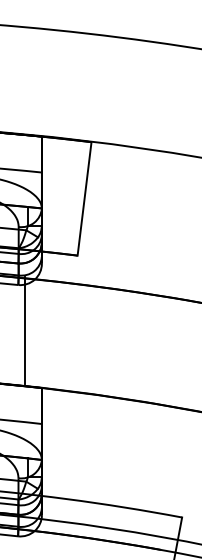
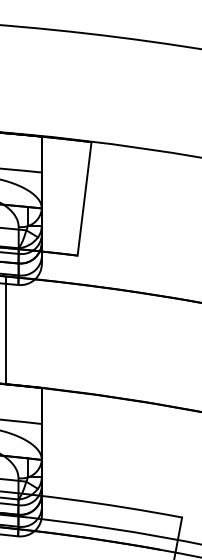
line at (25, 330) position: (25, 330) -> (6, 330)
